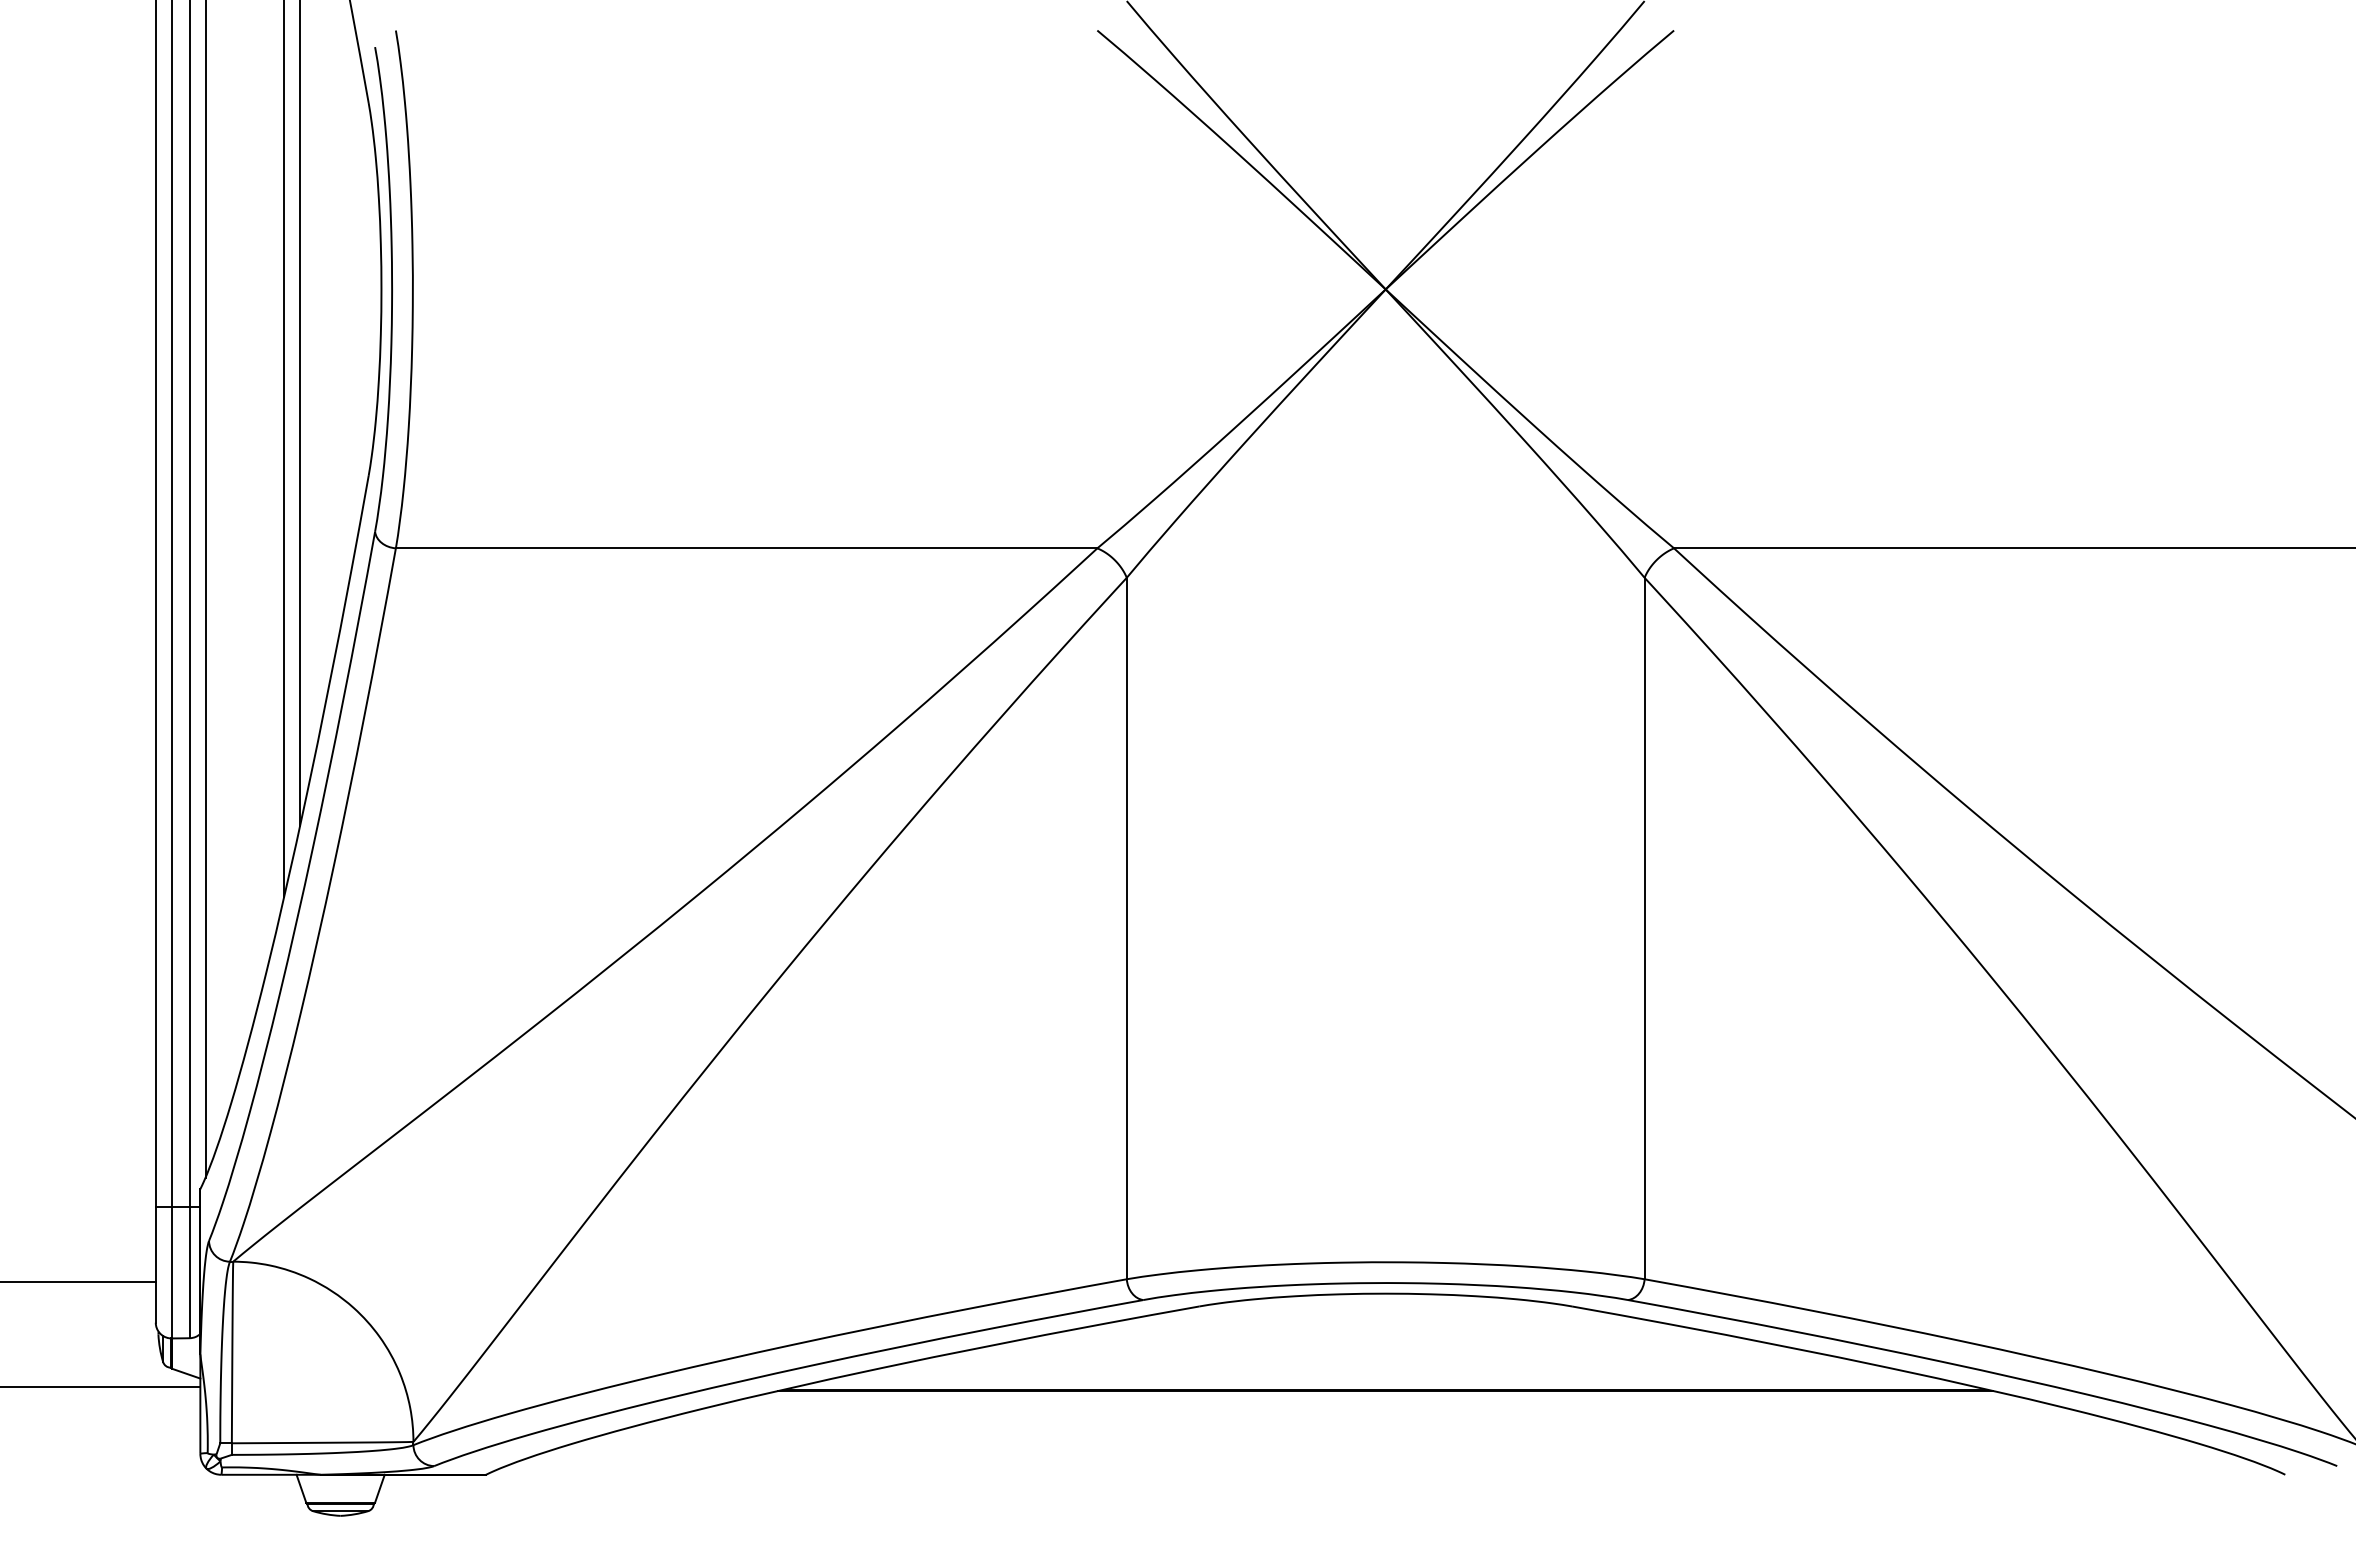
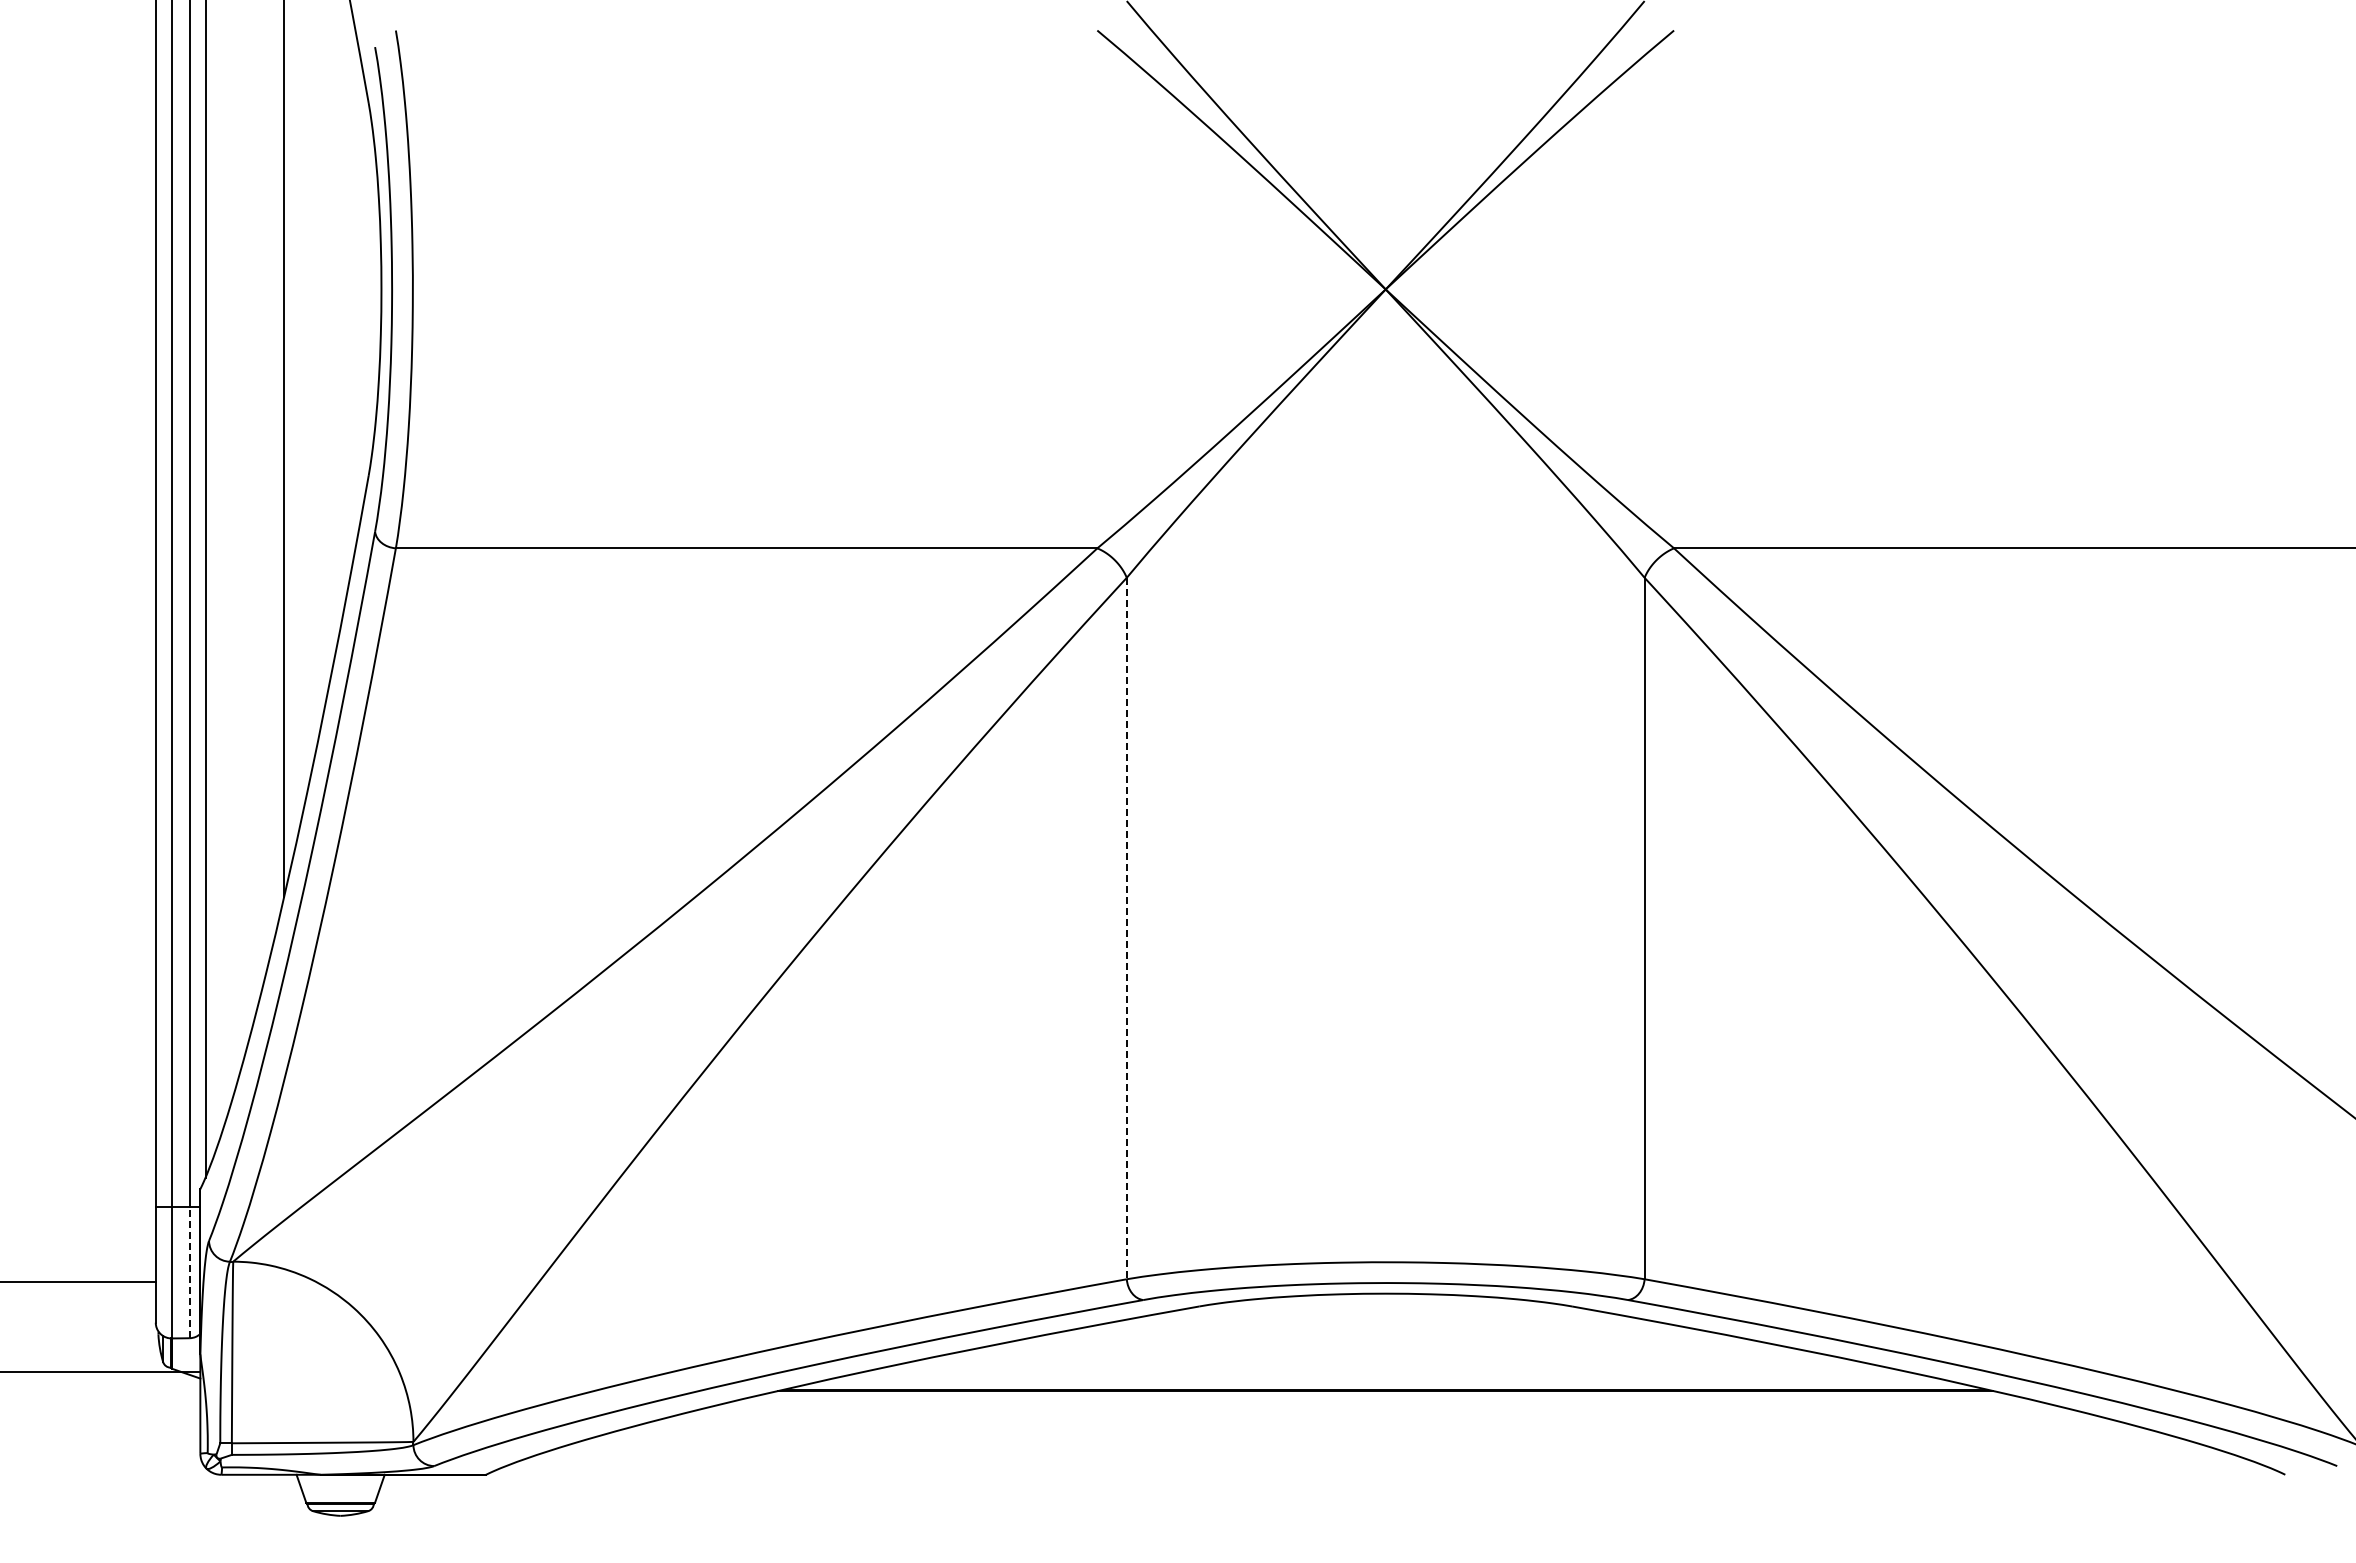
line at (300, 414): present -> none
line at (1126, 928): solid -> dashed
line at (189, 1272): solid -> dashed
line at (101, 1386) position: (101, 1386) -> (101, 1371)
